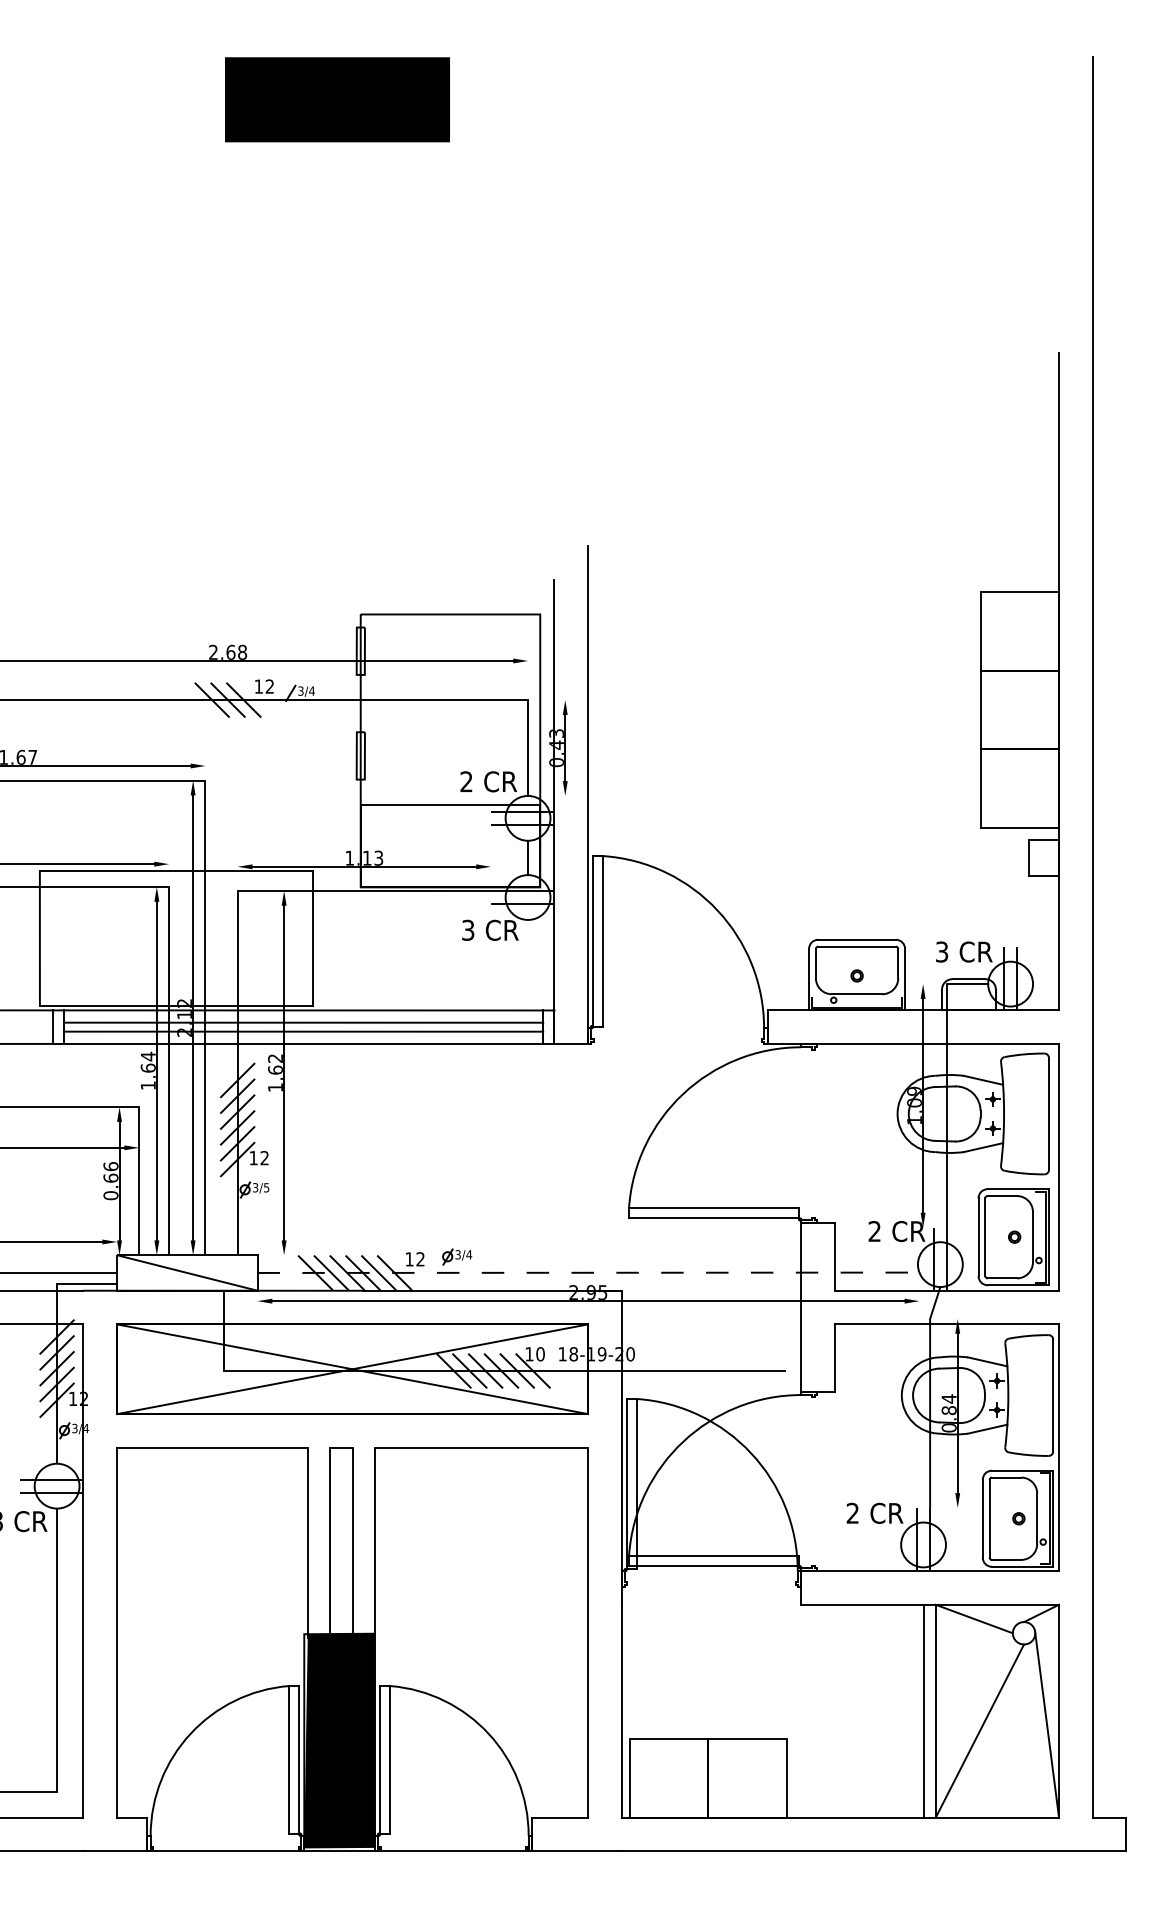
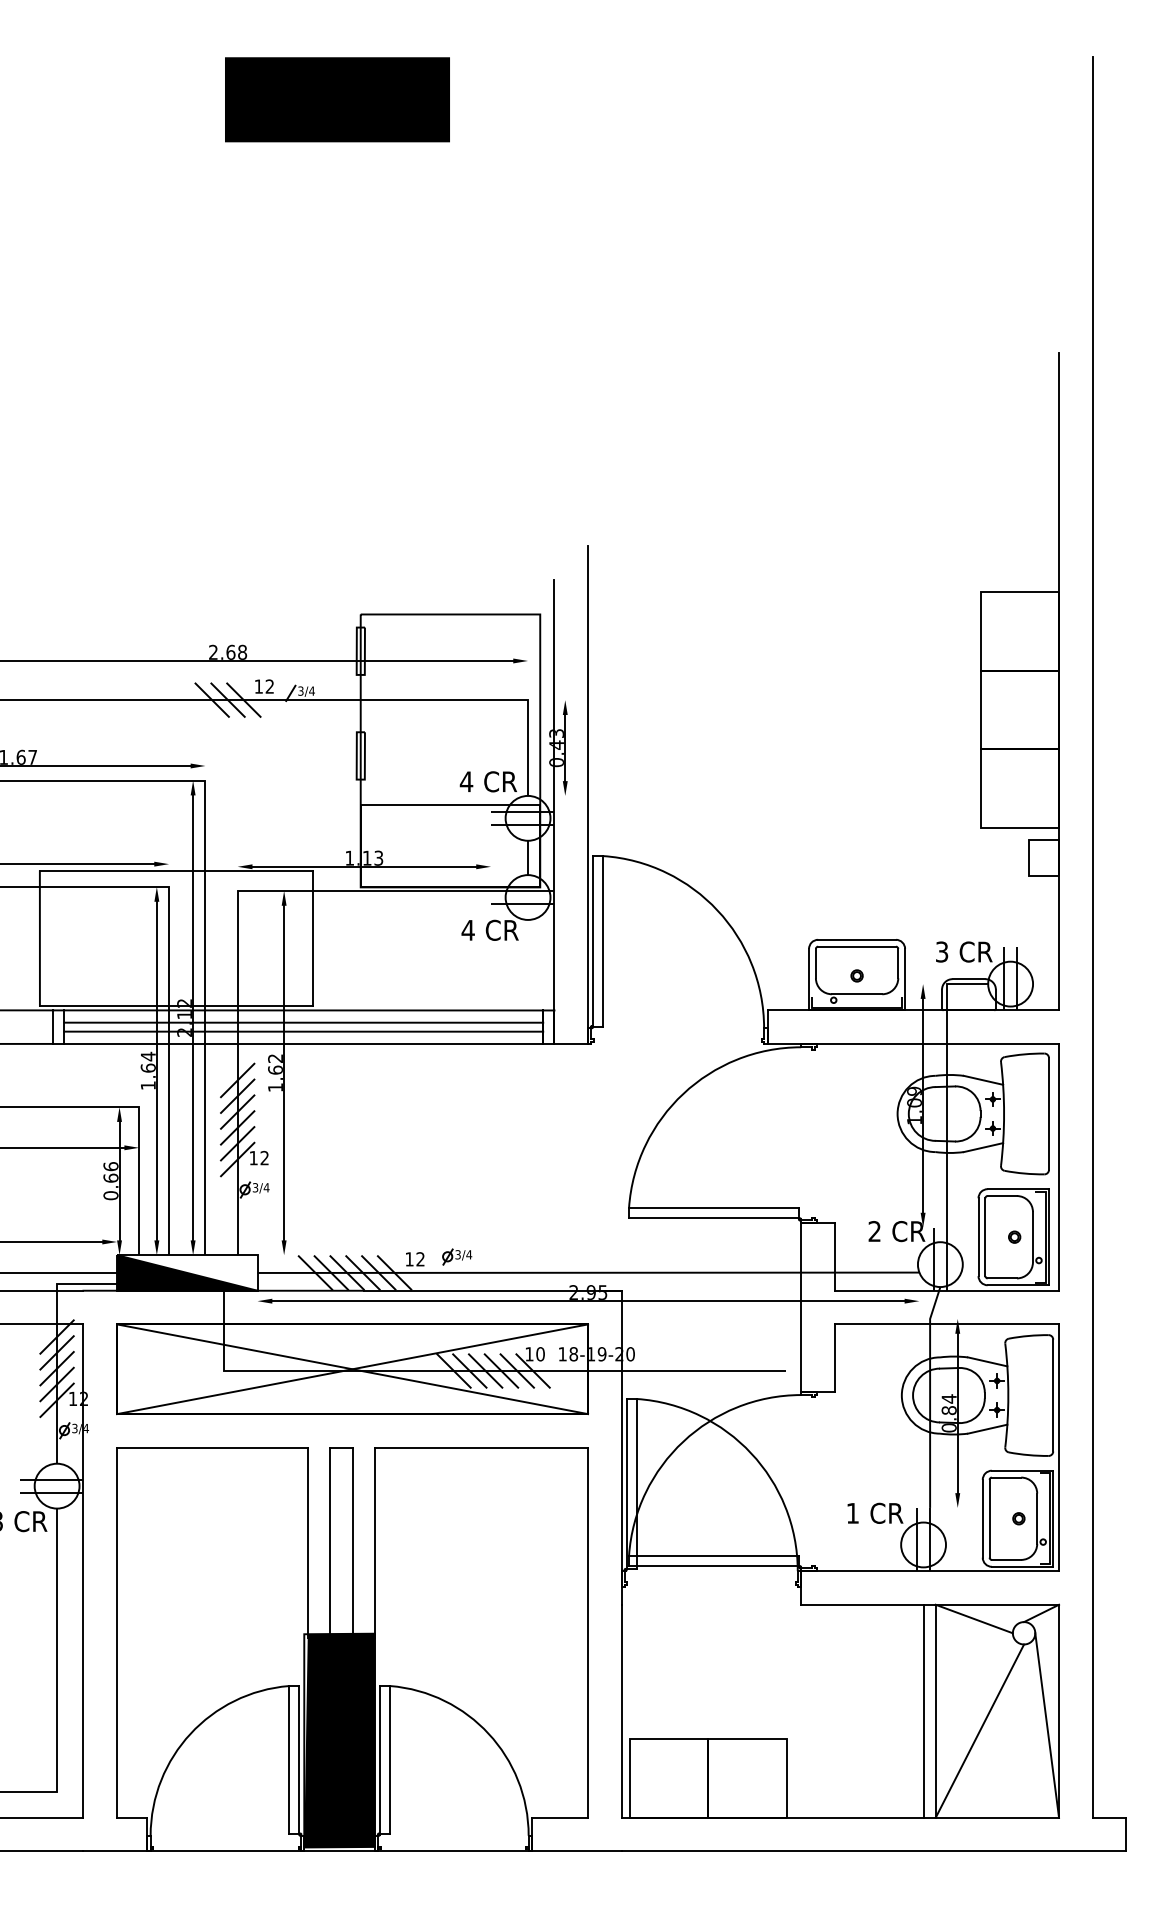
text at (466, 781): 2 -> 4
text at (467, 929): 3 -> 4
text at (266, 1187): 3/5 -> 3/4
fill at (187, 1272): none -> present
line at (588, 1272): dashed -> solid
text at (852, 1512): 2 -> 1
